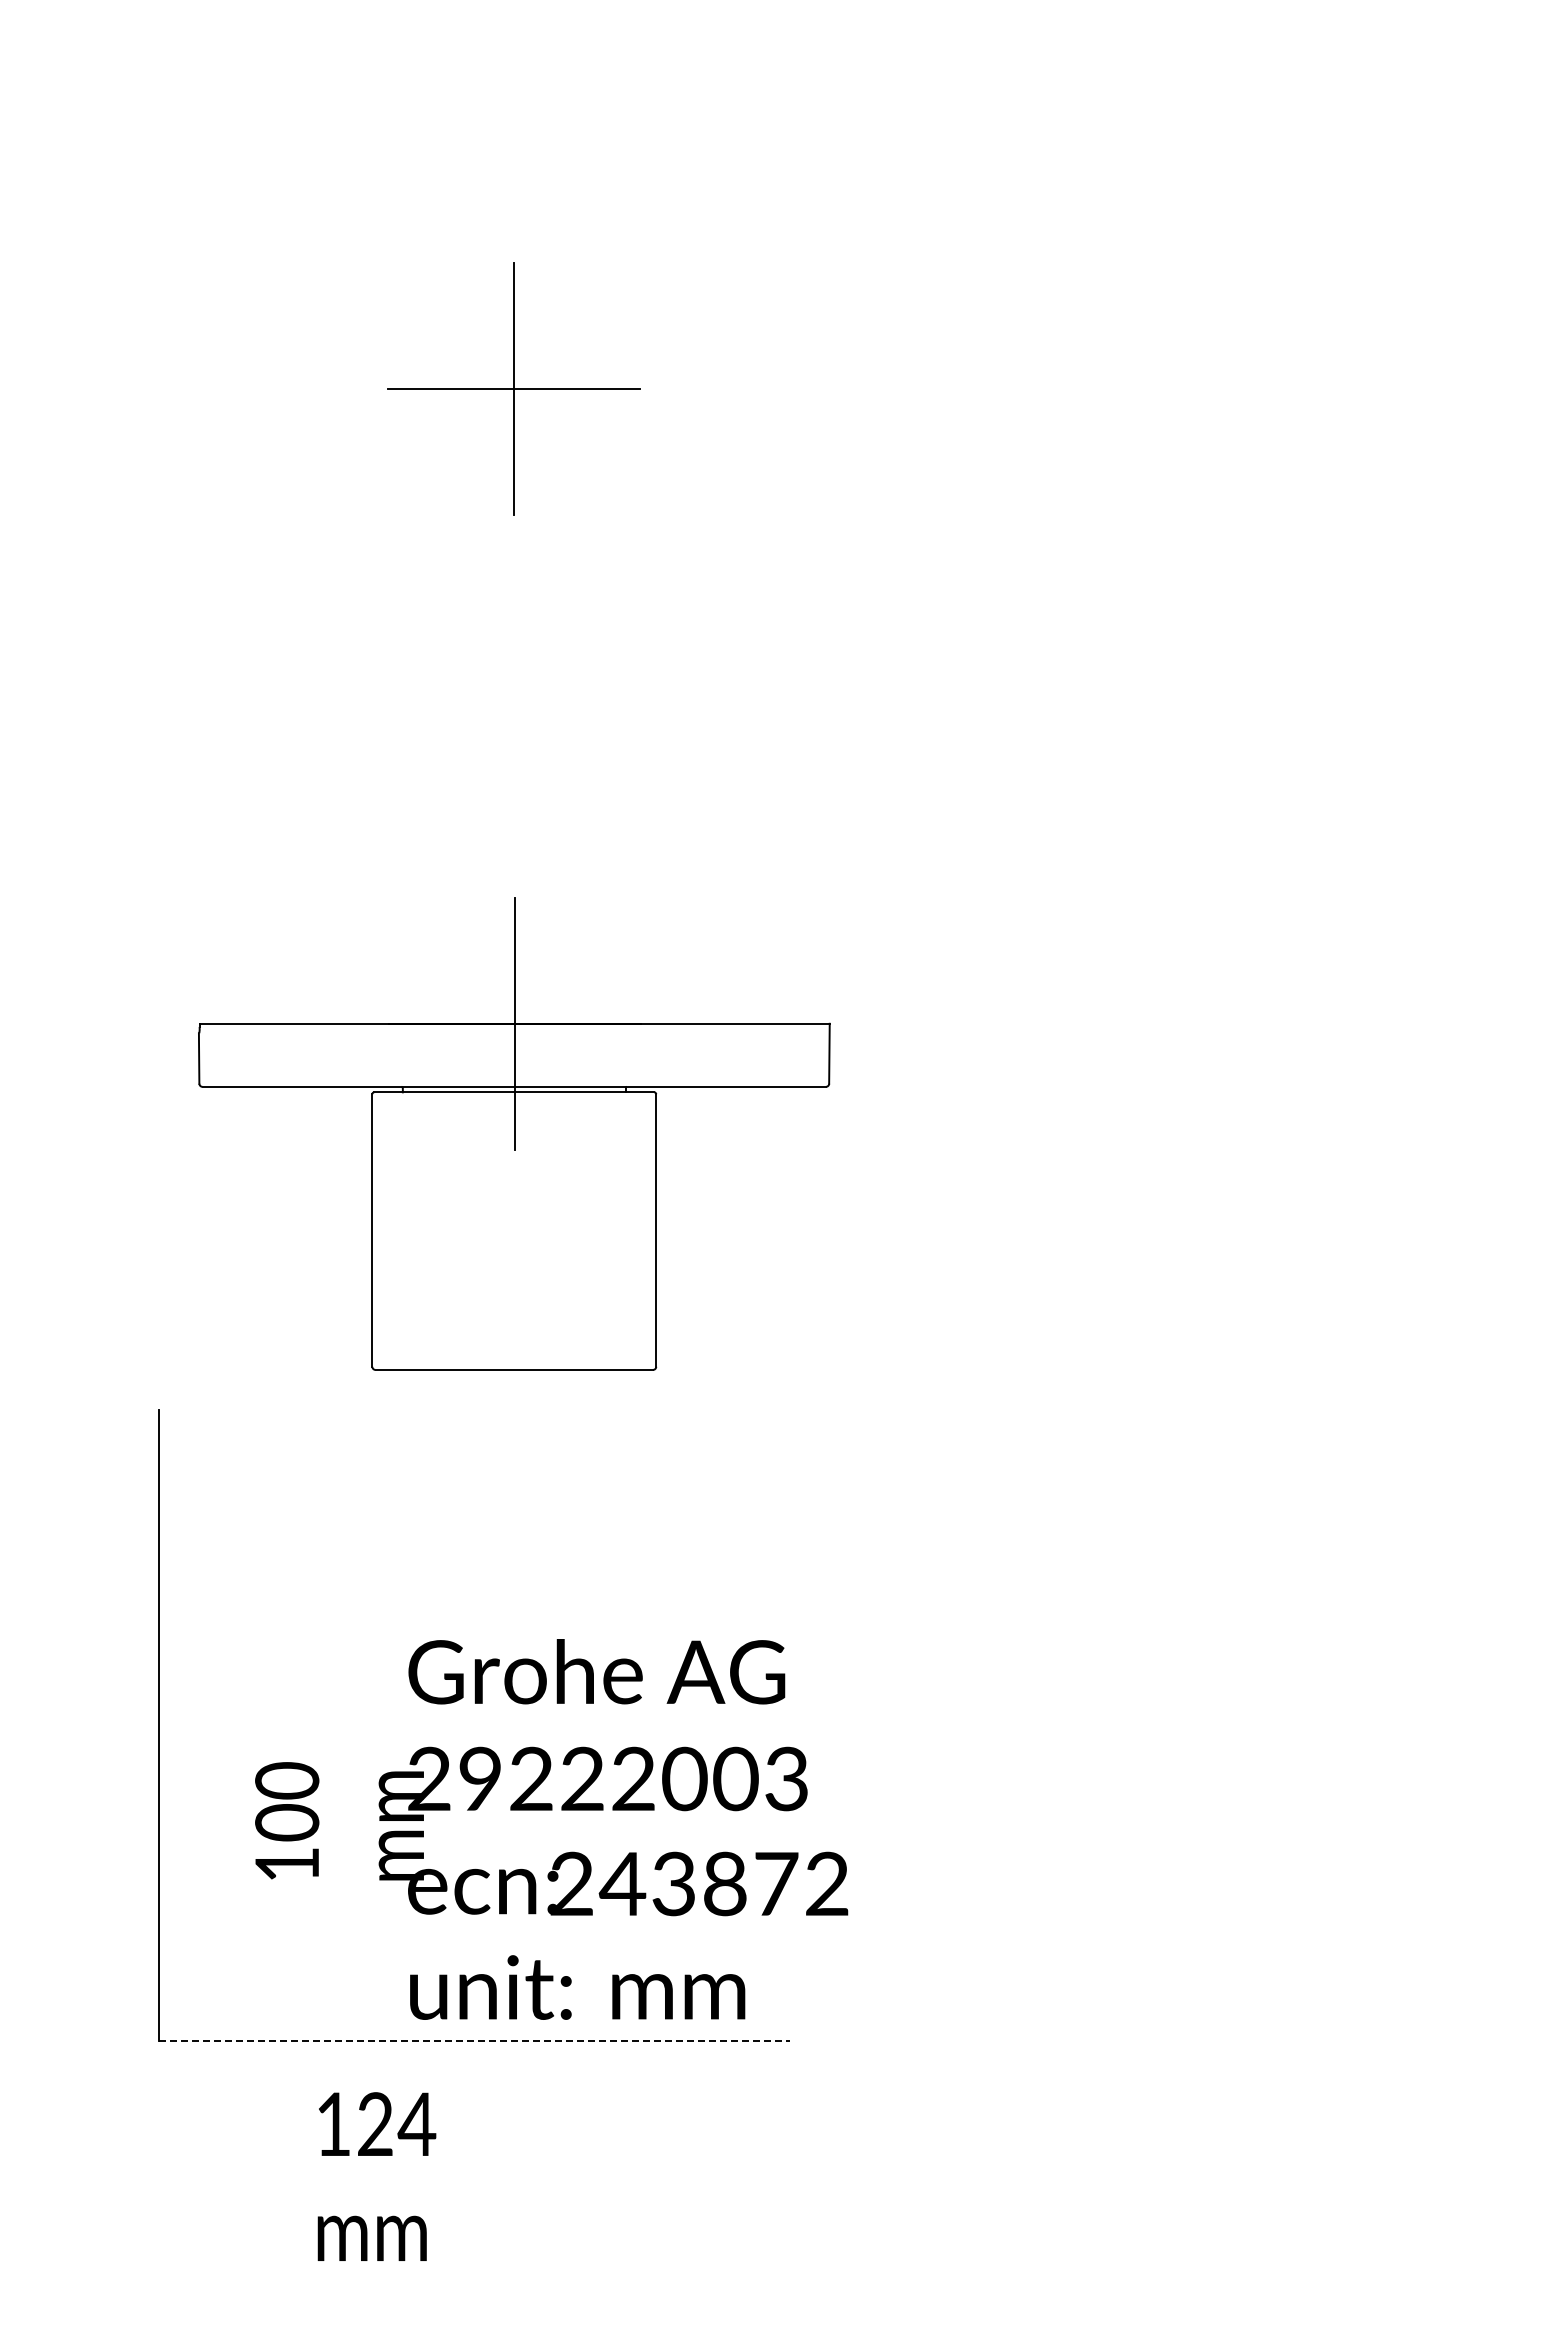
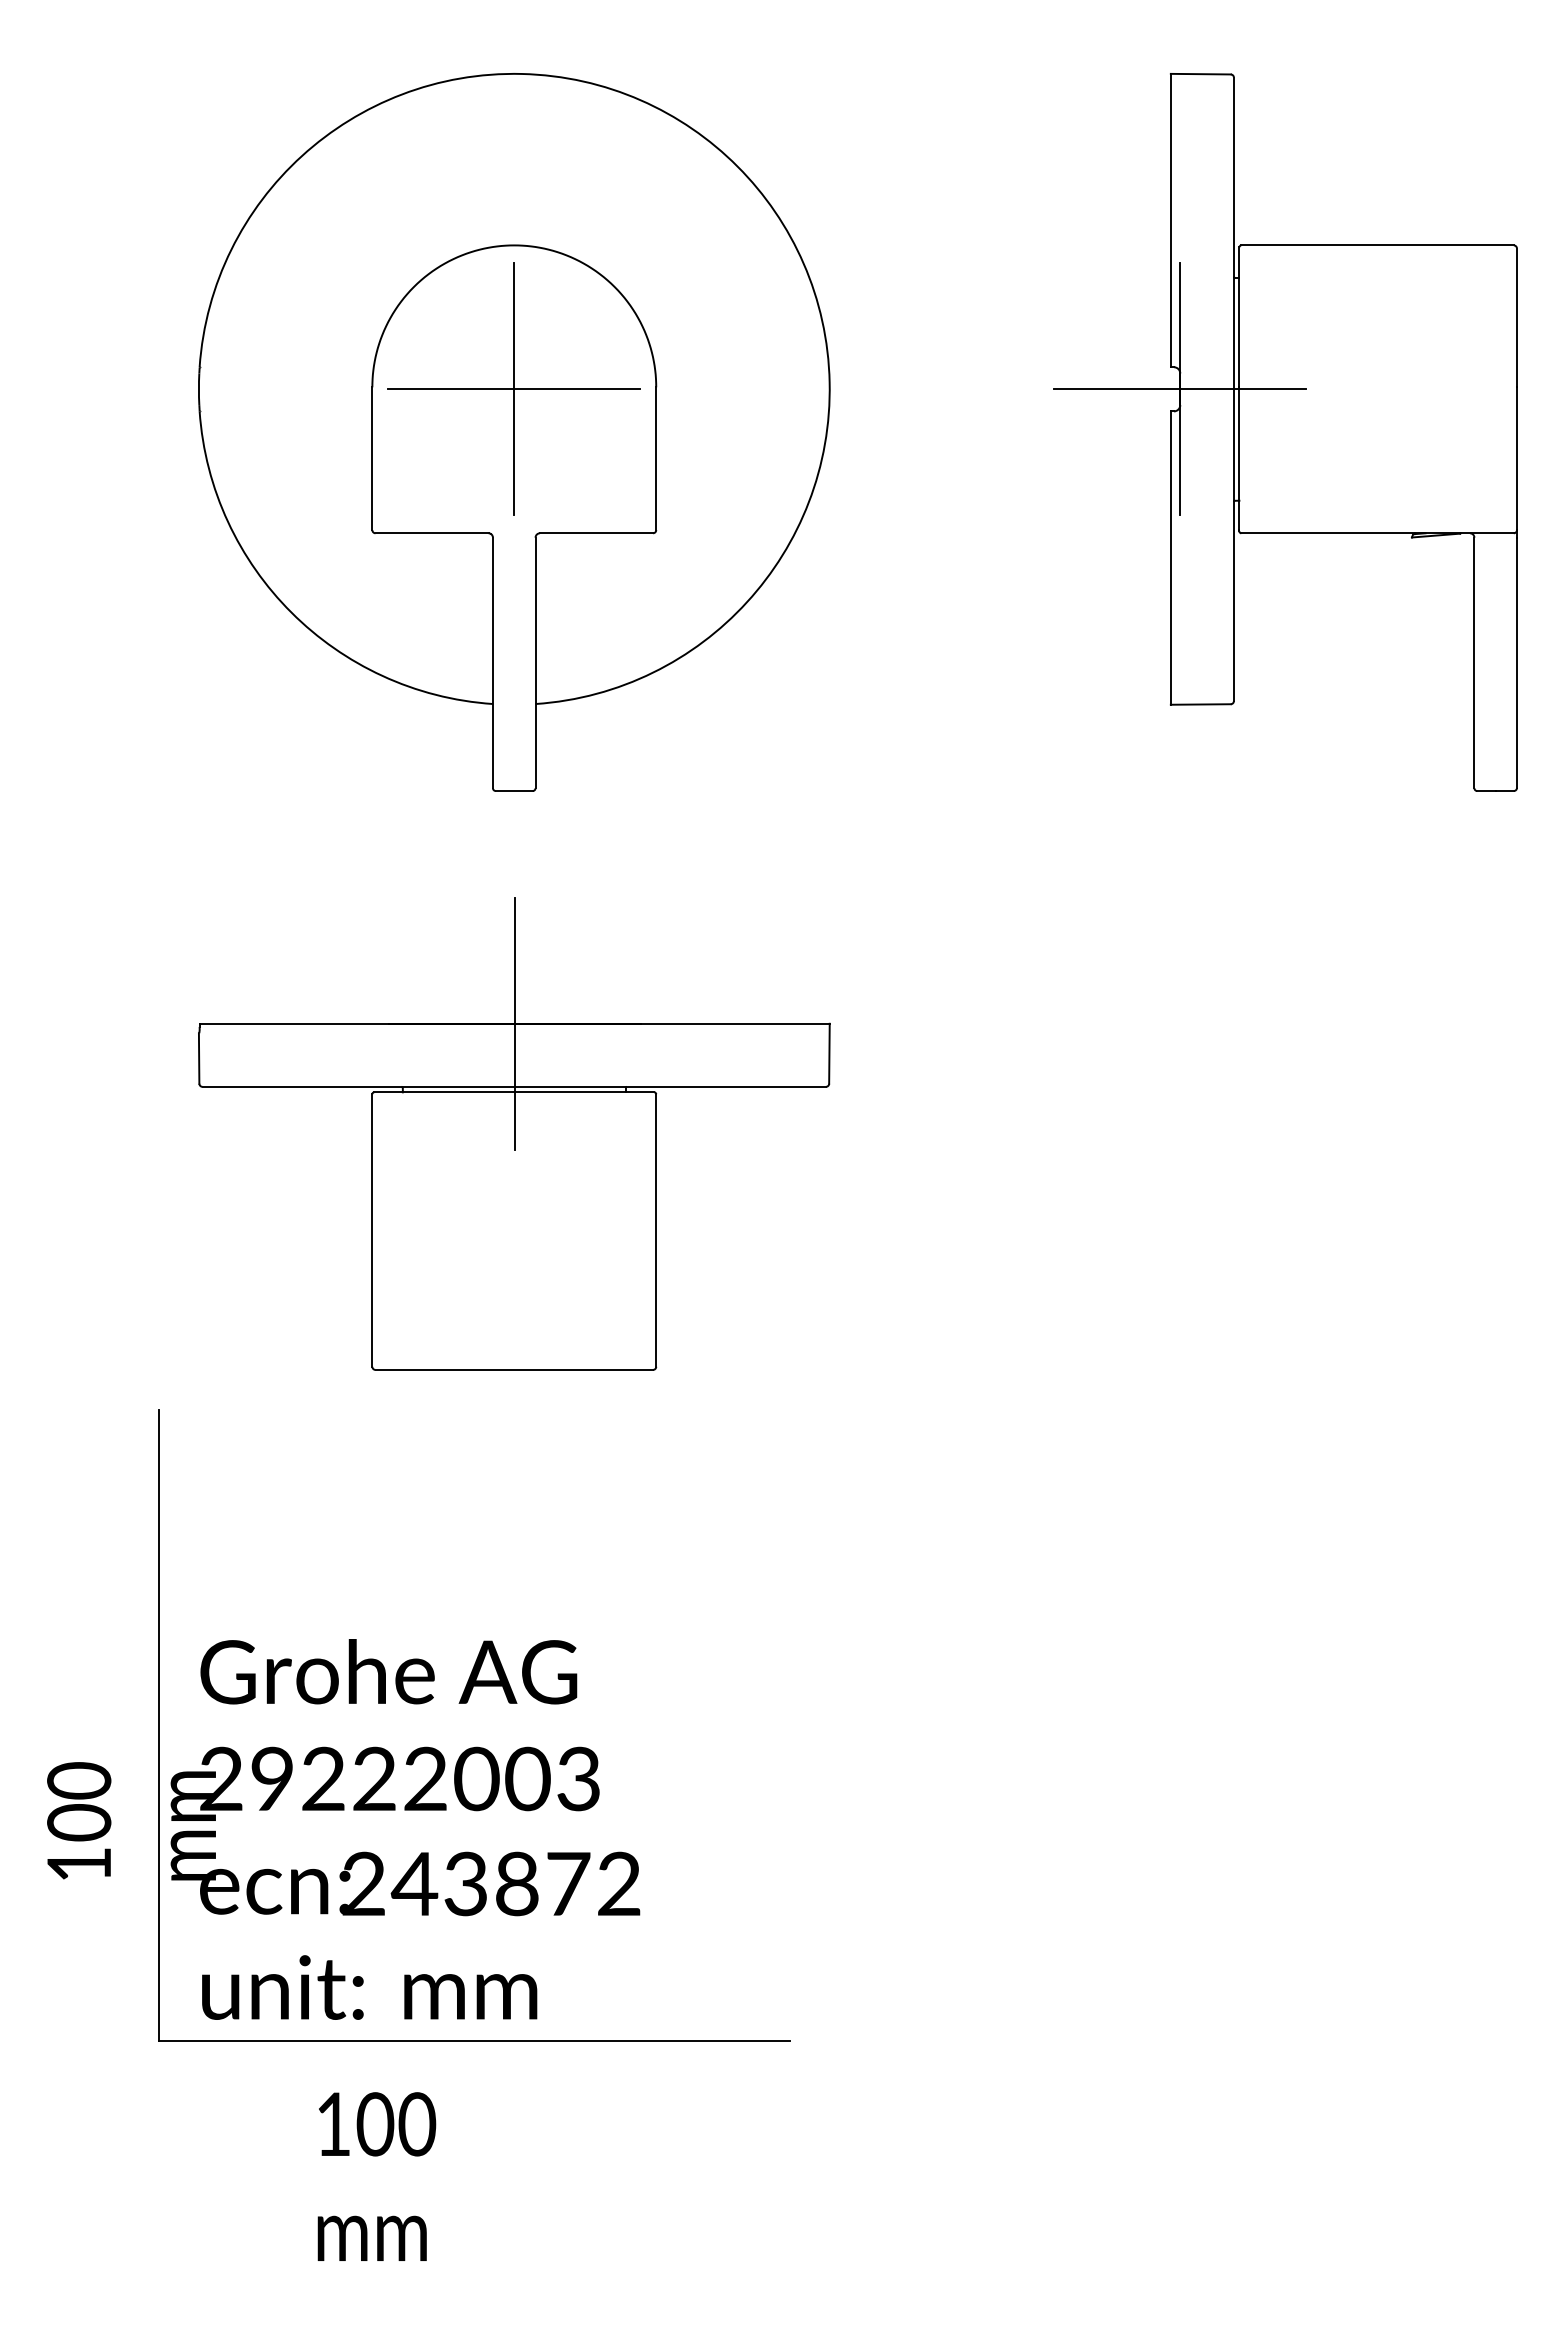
part at (514, 432): none -> present
part at (1285, 432): none -> present
text at (551, 1829) position: (551, 1829) -> (343, 1829)
line at (474, 2040): dashed -> solid
text at (396, 2124): 124 -> 100
